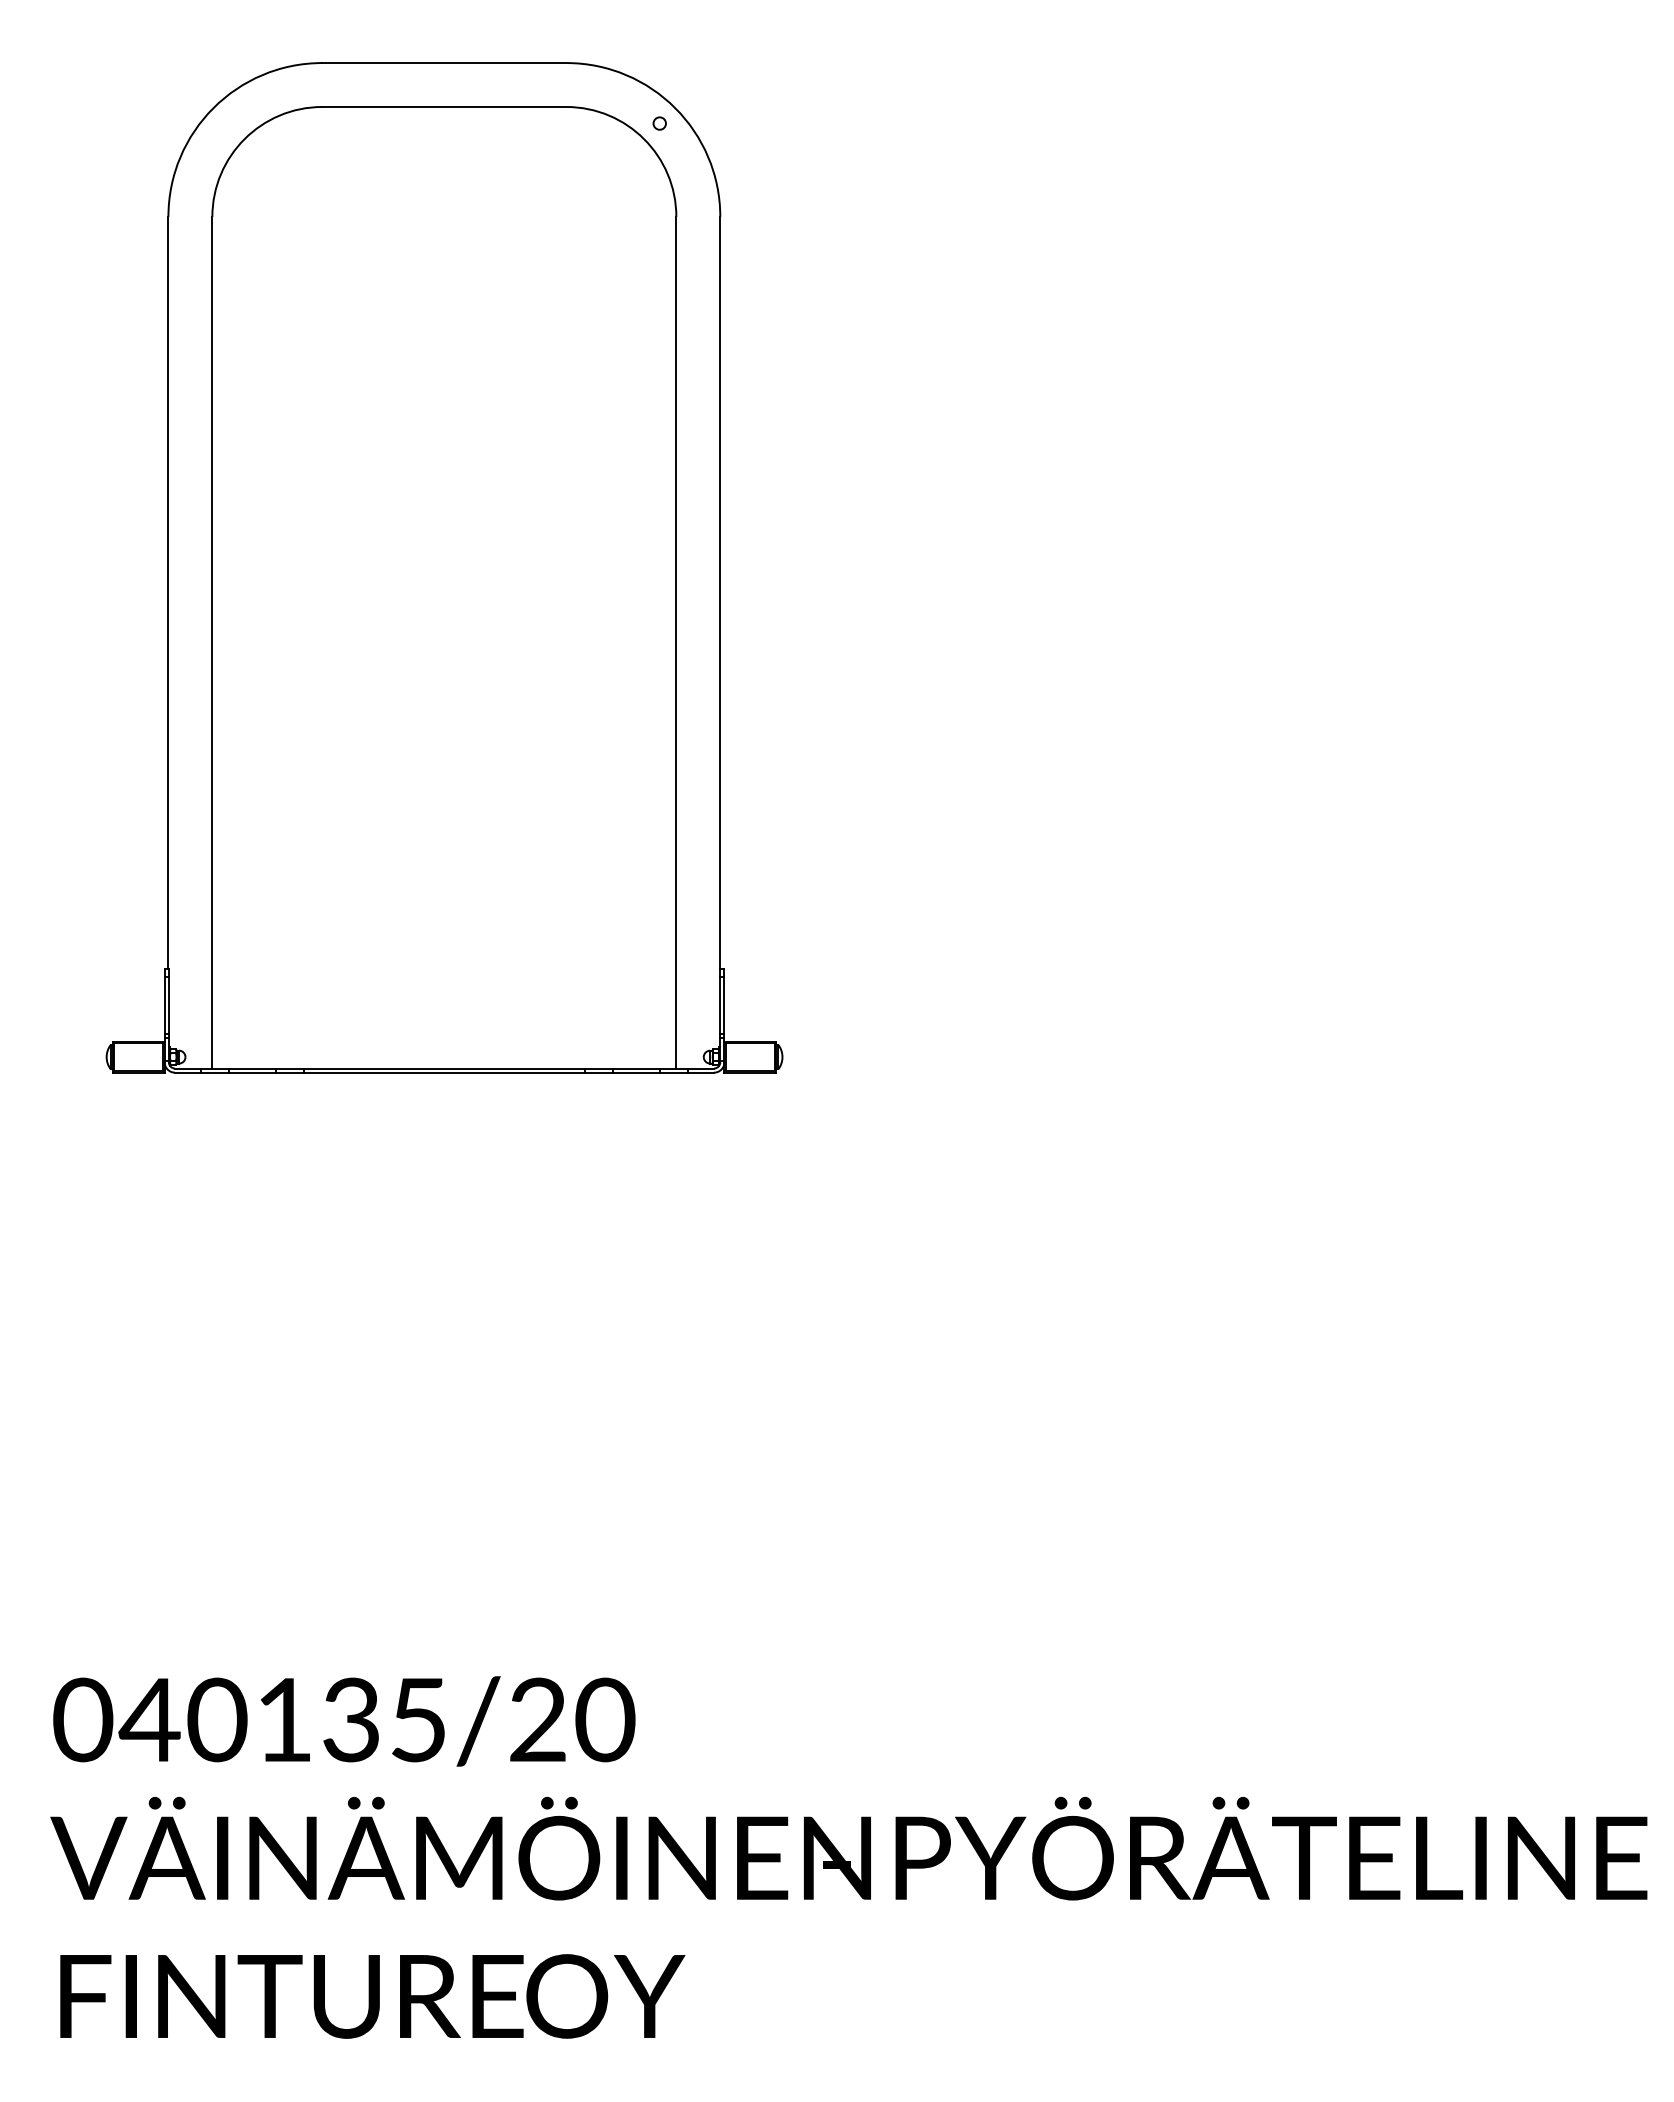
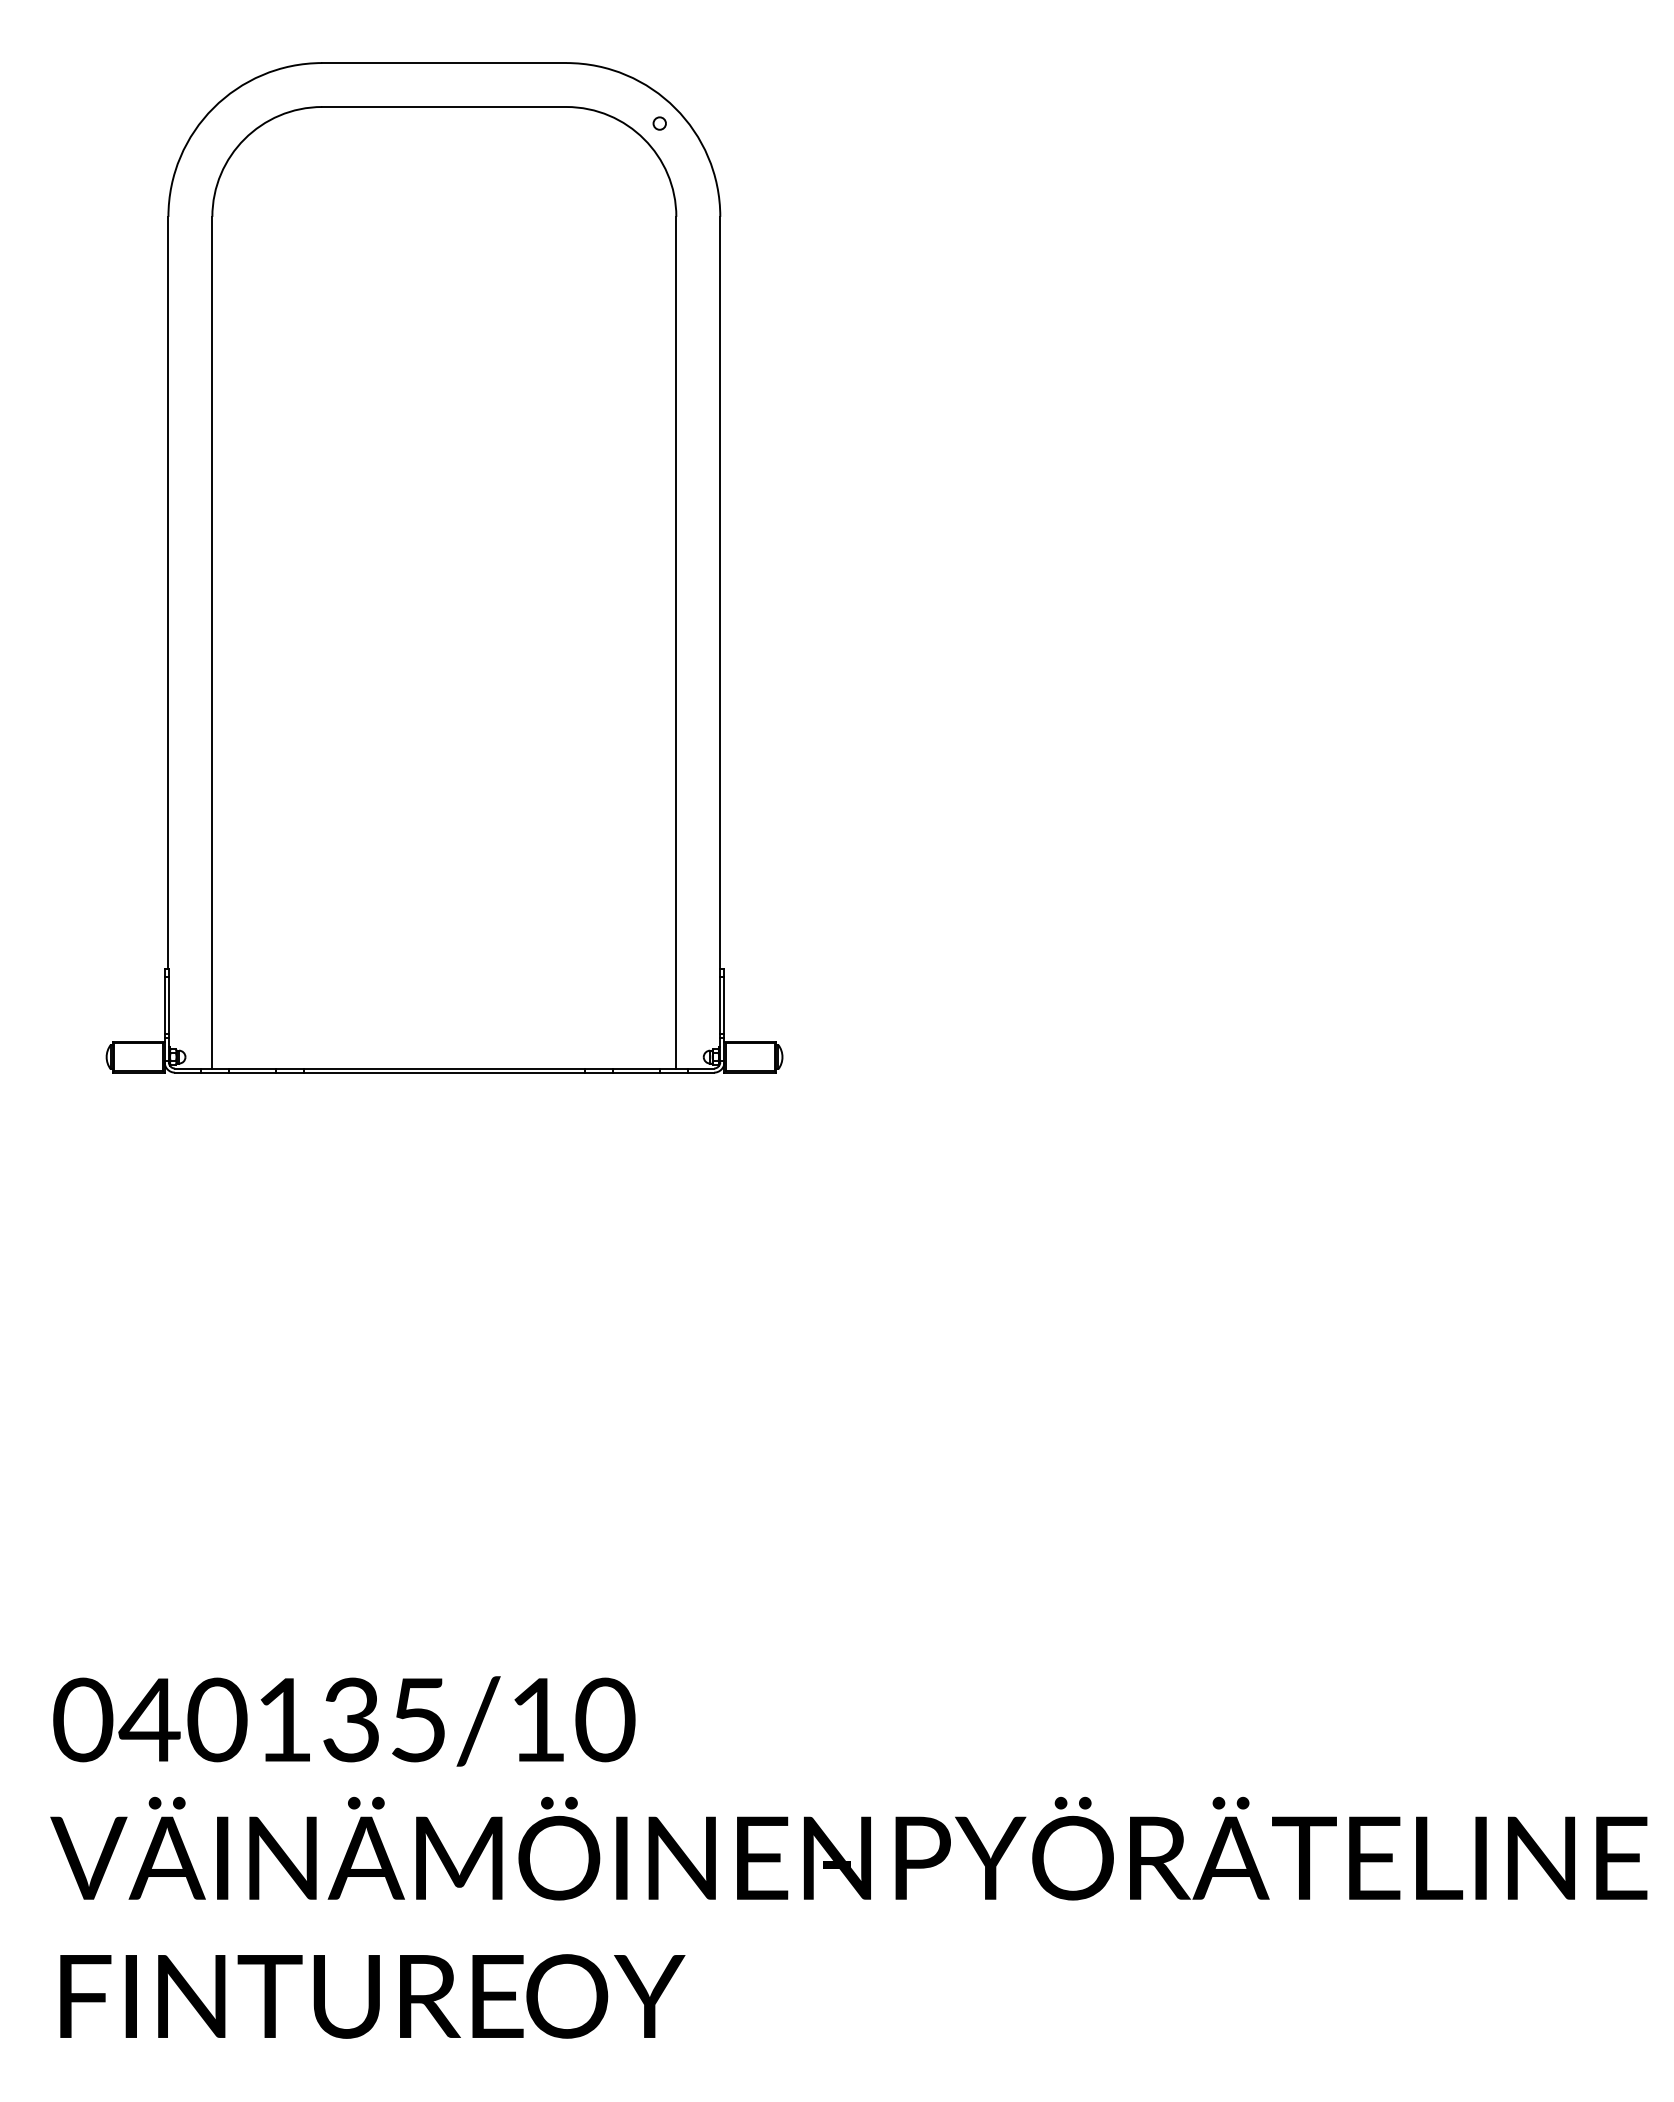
text at (537, 1719): 040135/20 -> 040135/10
